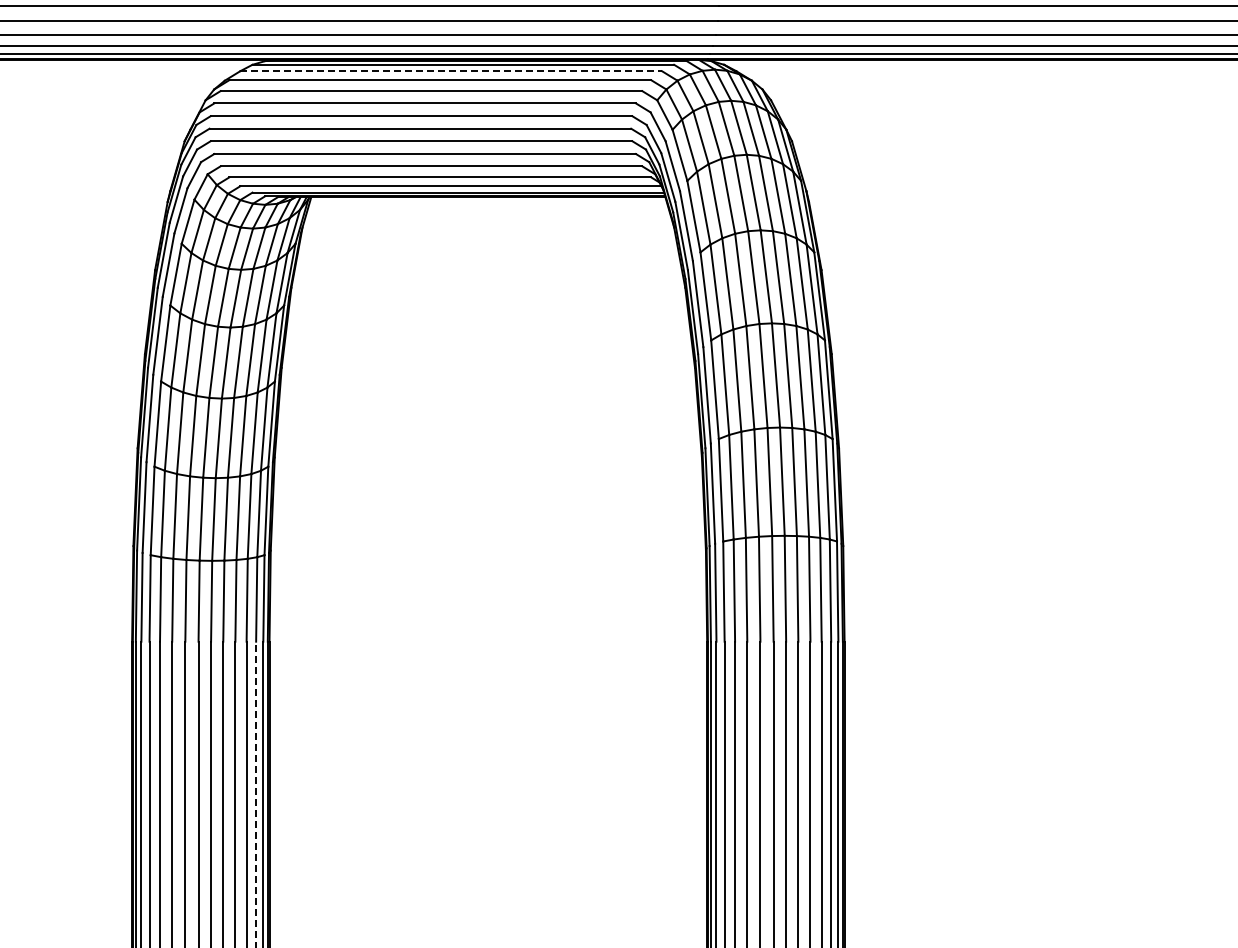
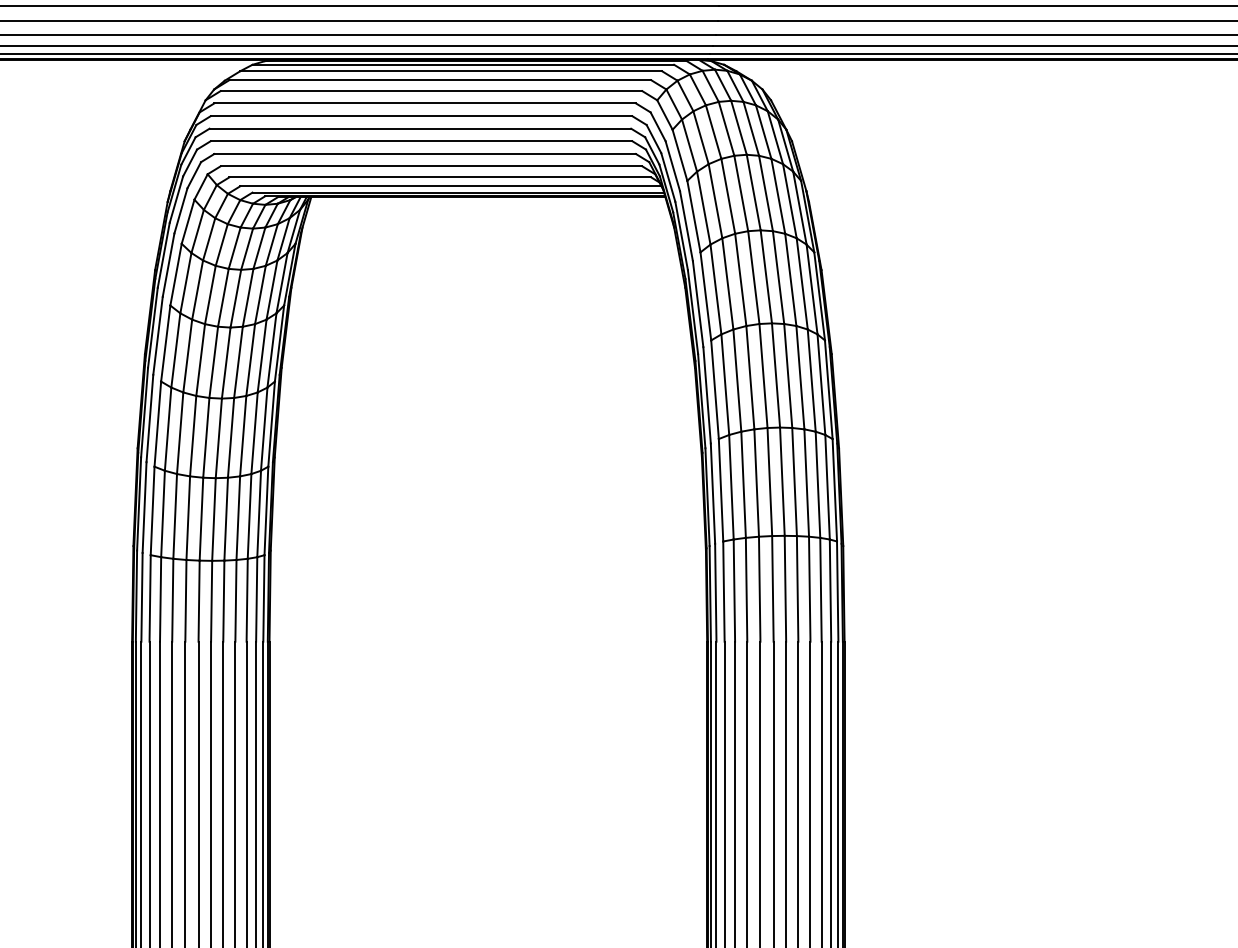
line at (451, 71): dashed -> solid
line at (256, 794): dashed -> solid
